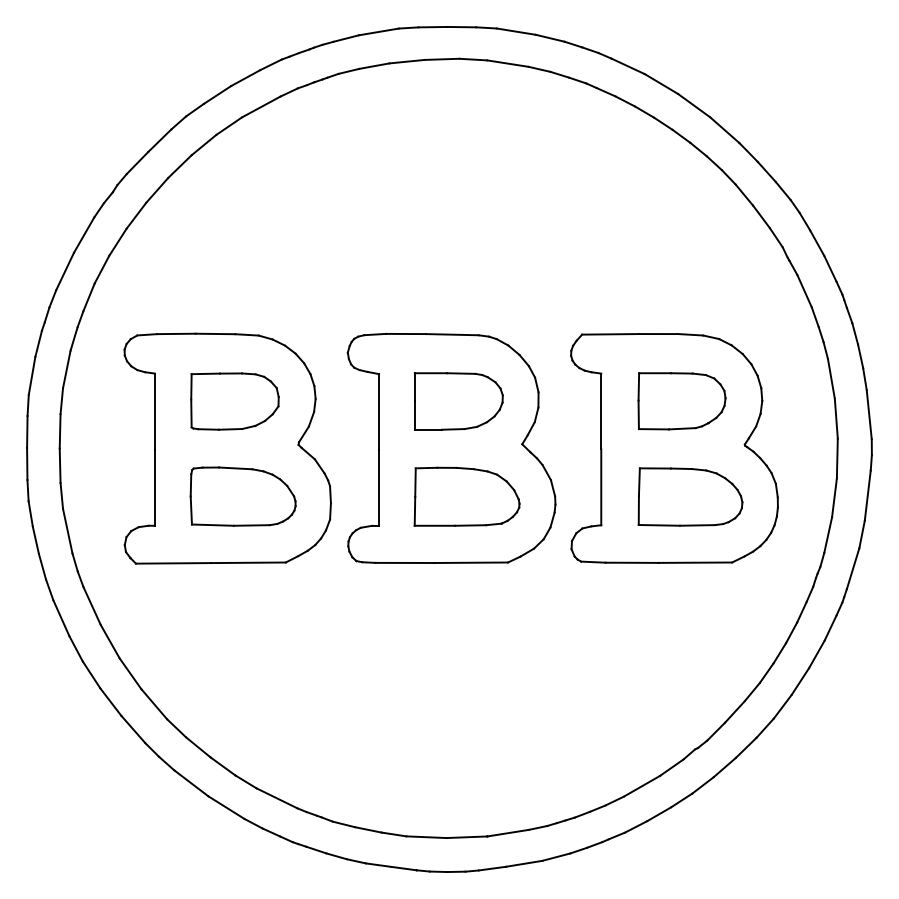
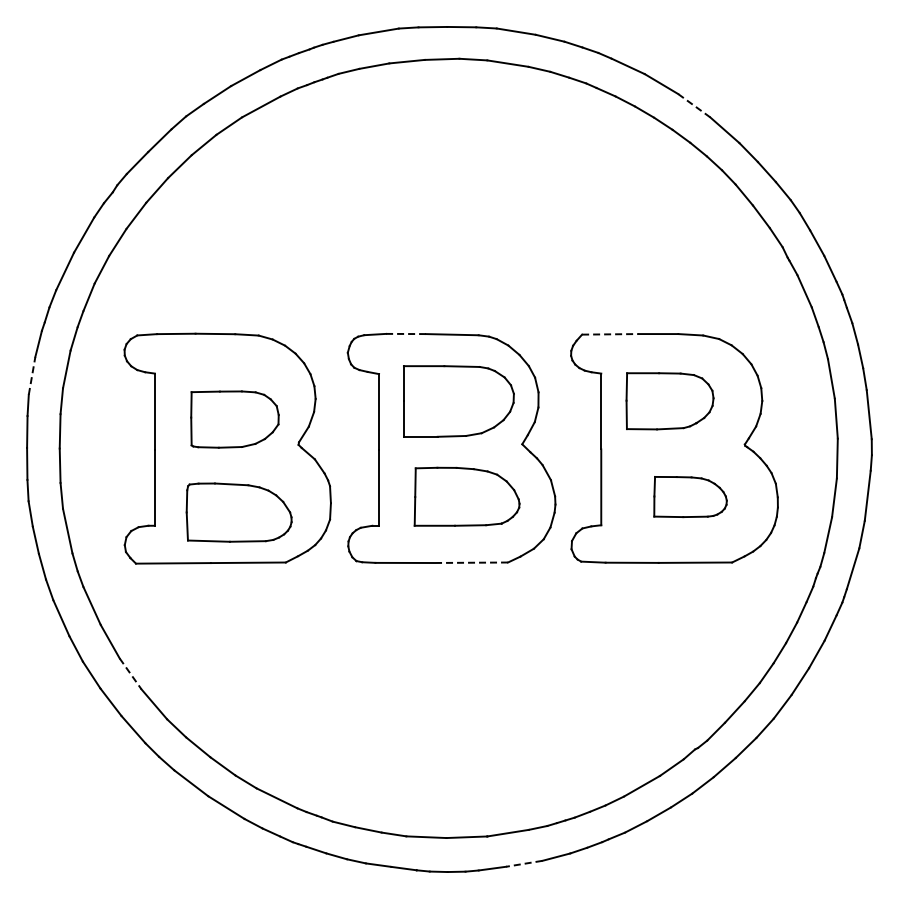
line at (694, 105): solid -> dashed
line at (406, 334): solid -> dashed
line at (610, 334): solid -> dashed
line at (32, 375): solid -> dashed
part at (234, 401) position: (234, 401) -> (234, 419)
part at (458, 401) size: 91x59 px -> 112x73 px
part at (681, 401) position: (681, 401) -> (669, 401)
part at (242, 496) position: (242, 496) -> (238, 512)
part at (690, 496) size: 107x60 px -> 75x43 px
line at (471, 562): solid -> dashed
line at (130, 673): solid -> dashed
line at (523, 863): solid -> dashed
